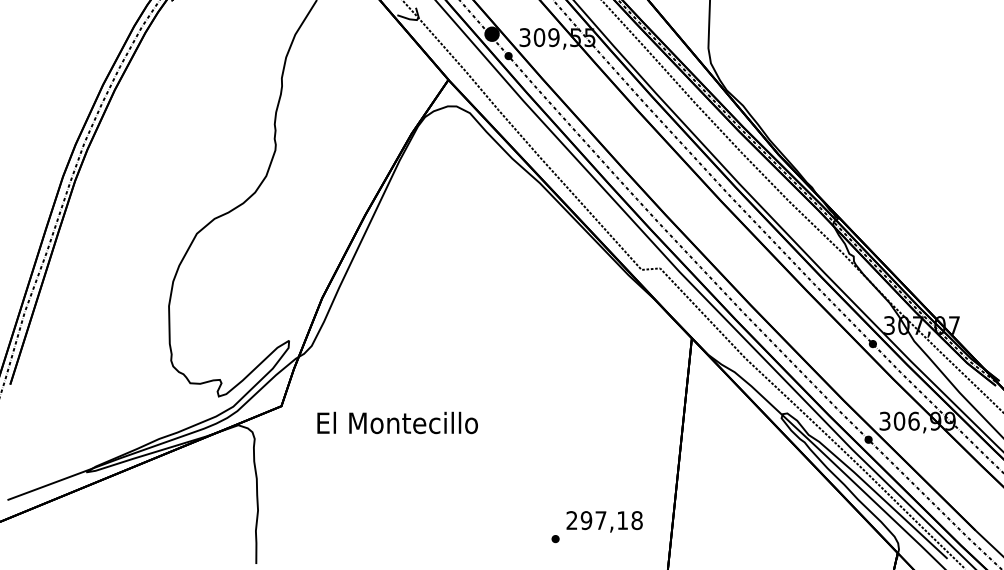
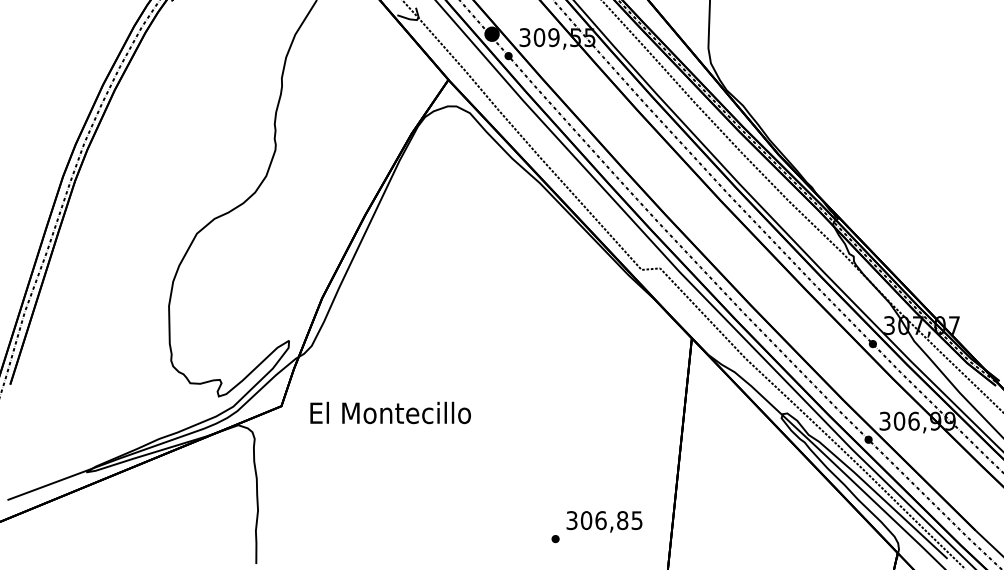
text at (397, 422) position: (397, 422) -> (390, 412)
text at (604, 520): 297,18 -> 306,85
